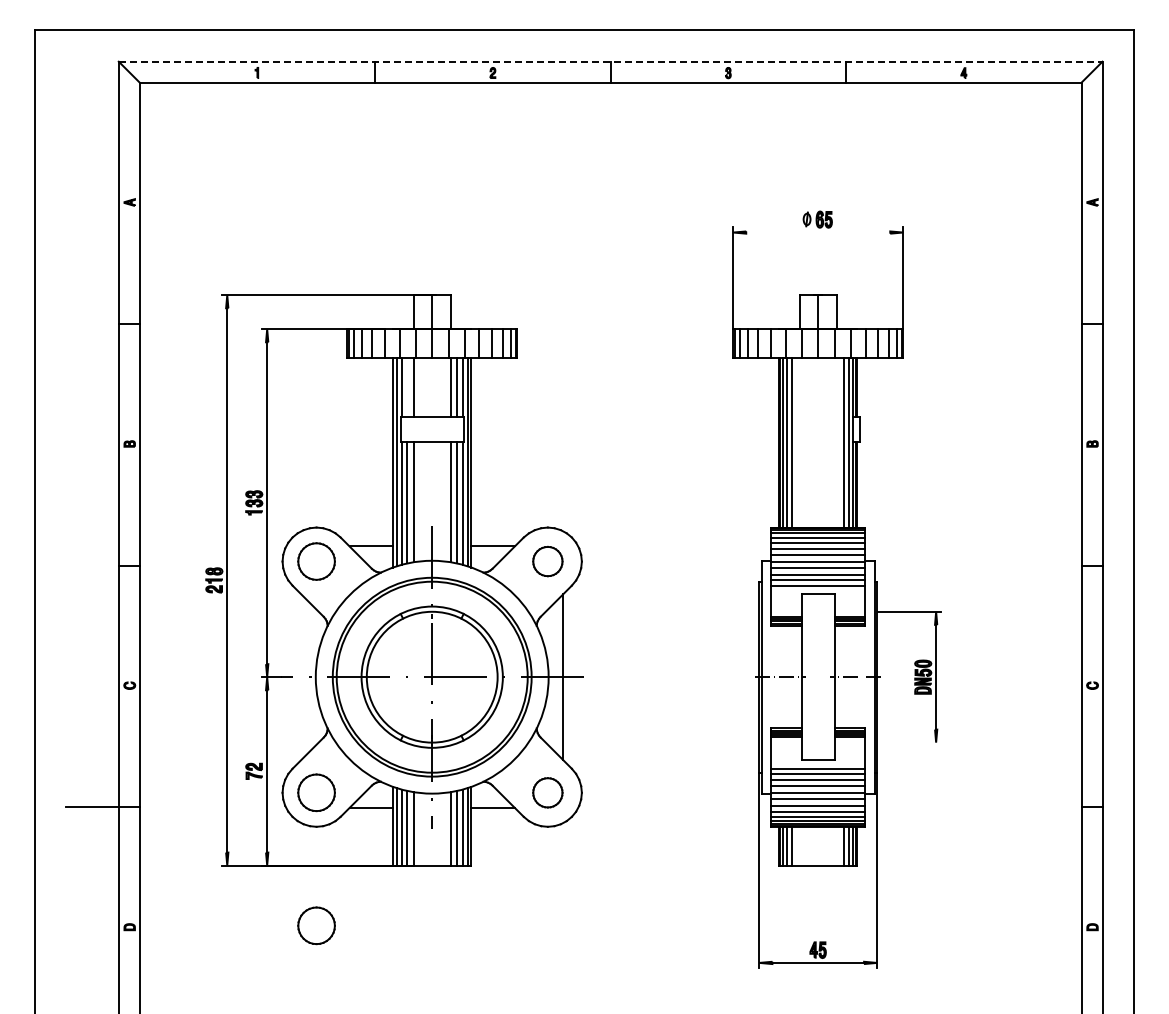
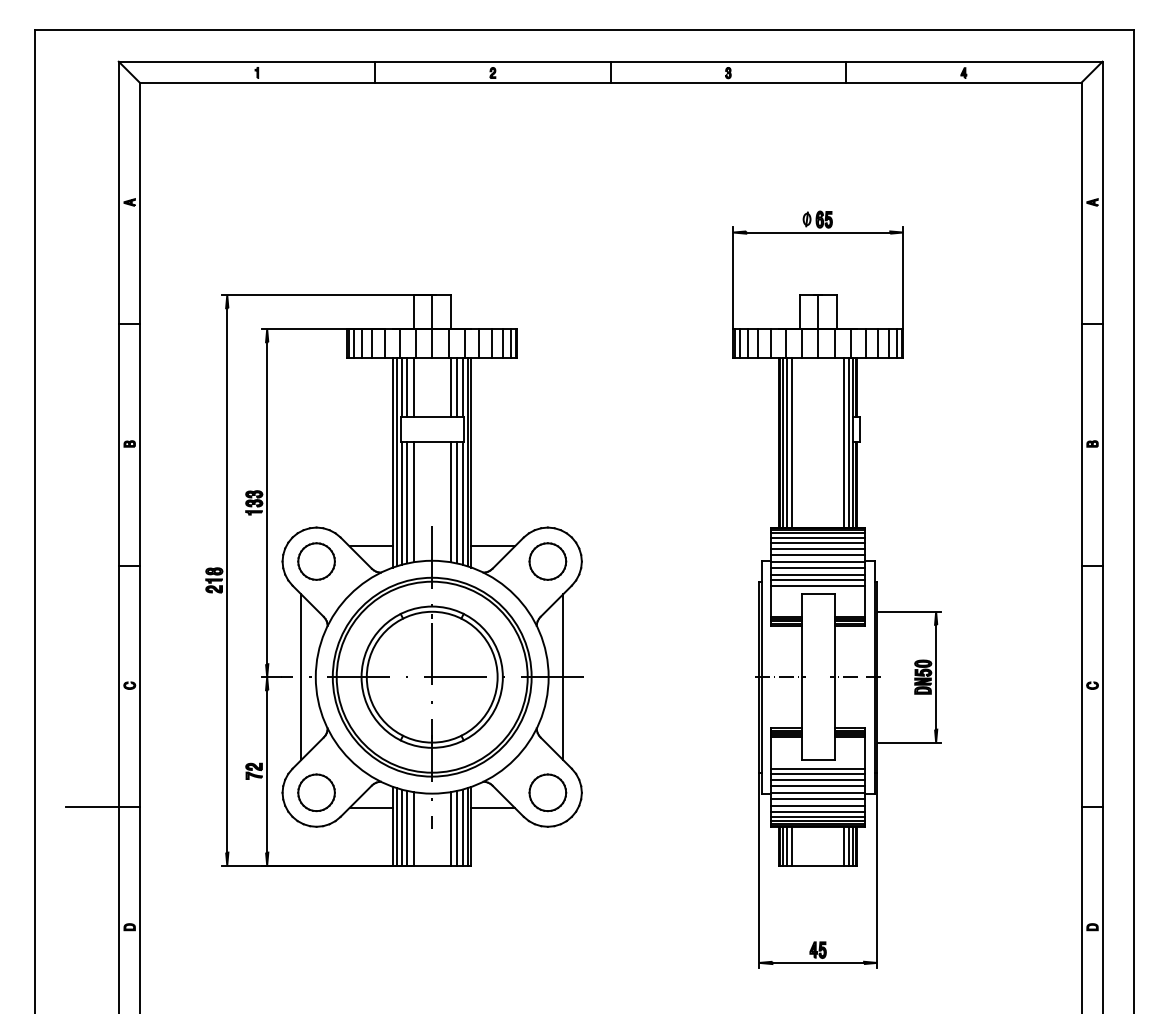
line at (610, 61): dashed -> solid
line at (818, 232): none -> present
line at (407, 387): none -> present
part at (547, 561) size: 32x33 px -> 40x39 px
line at (301, 676): none -> present
line at (909, 742): none -> present
part at (547, 792) size: 32x32 px -> 40x40 px
part at (316, 925): present -> none
